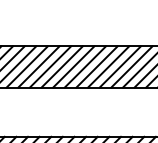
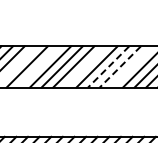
line at (19, 63): present -> none
line at (38, 66): present -> none
line at (84, 66): present -> none
line at (131, 66): present -> none
line at (108, 67): solid -> dashed
line at (119, 67): solid -> dashed
